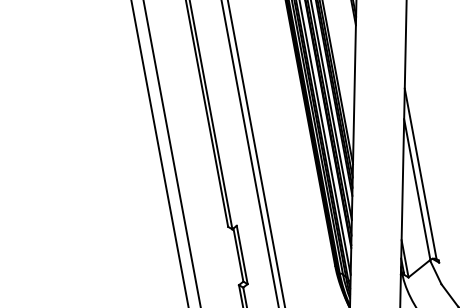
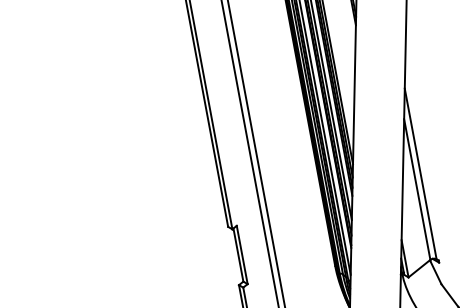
line at (159, 153): present -> none
line at (171, 153): present -> none
